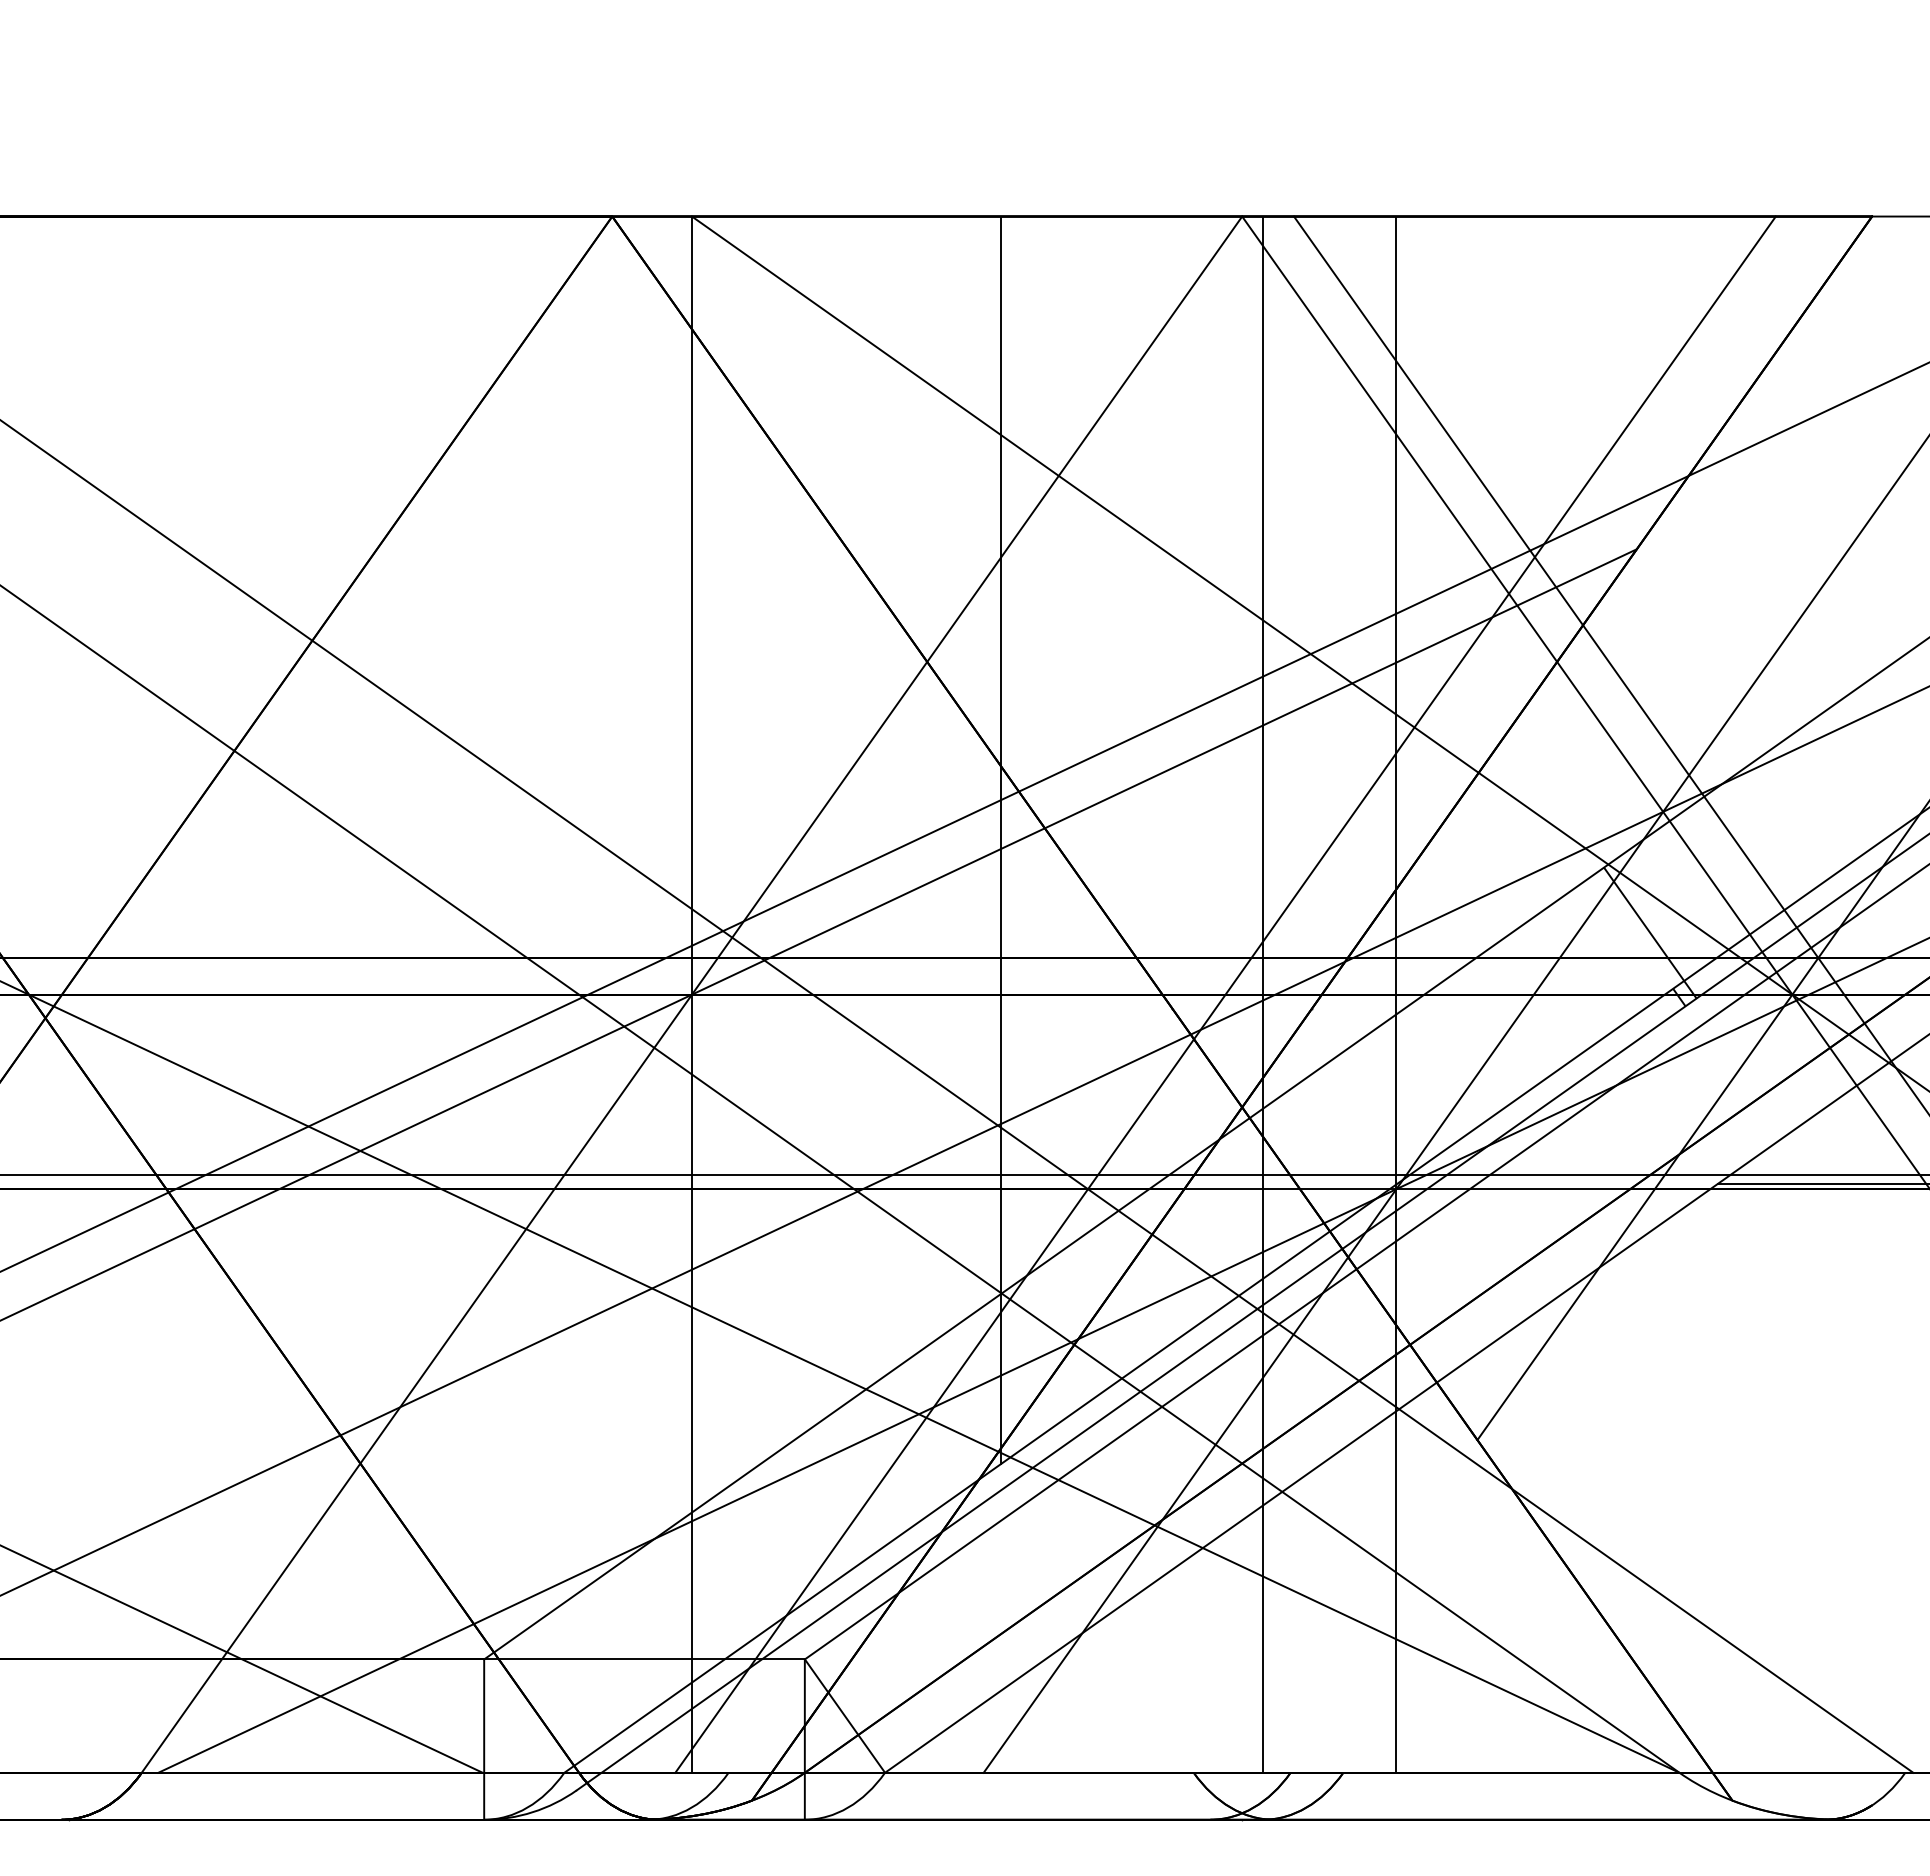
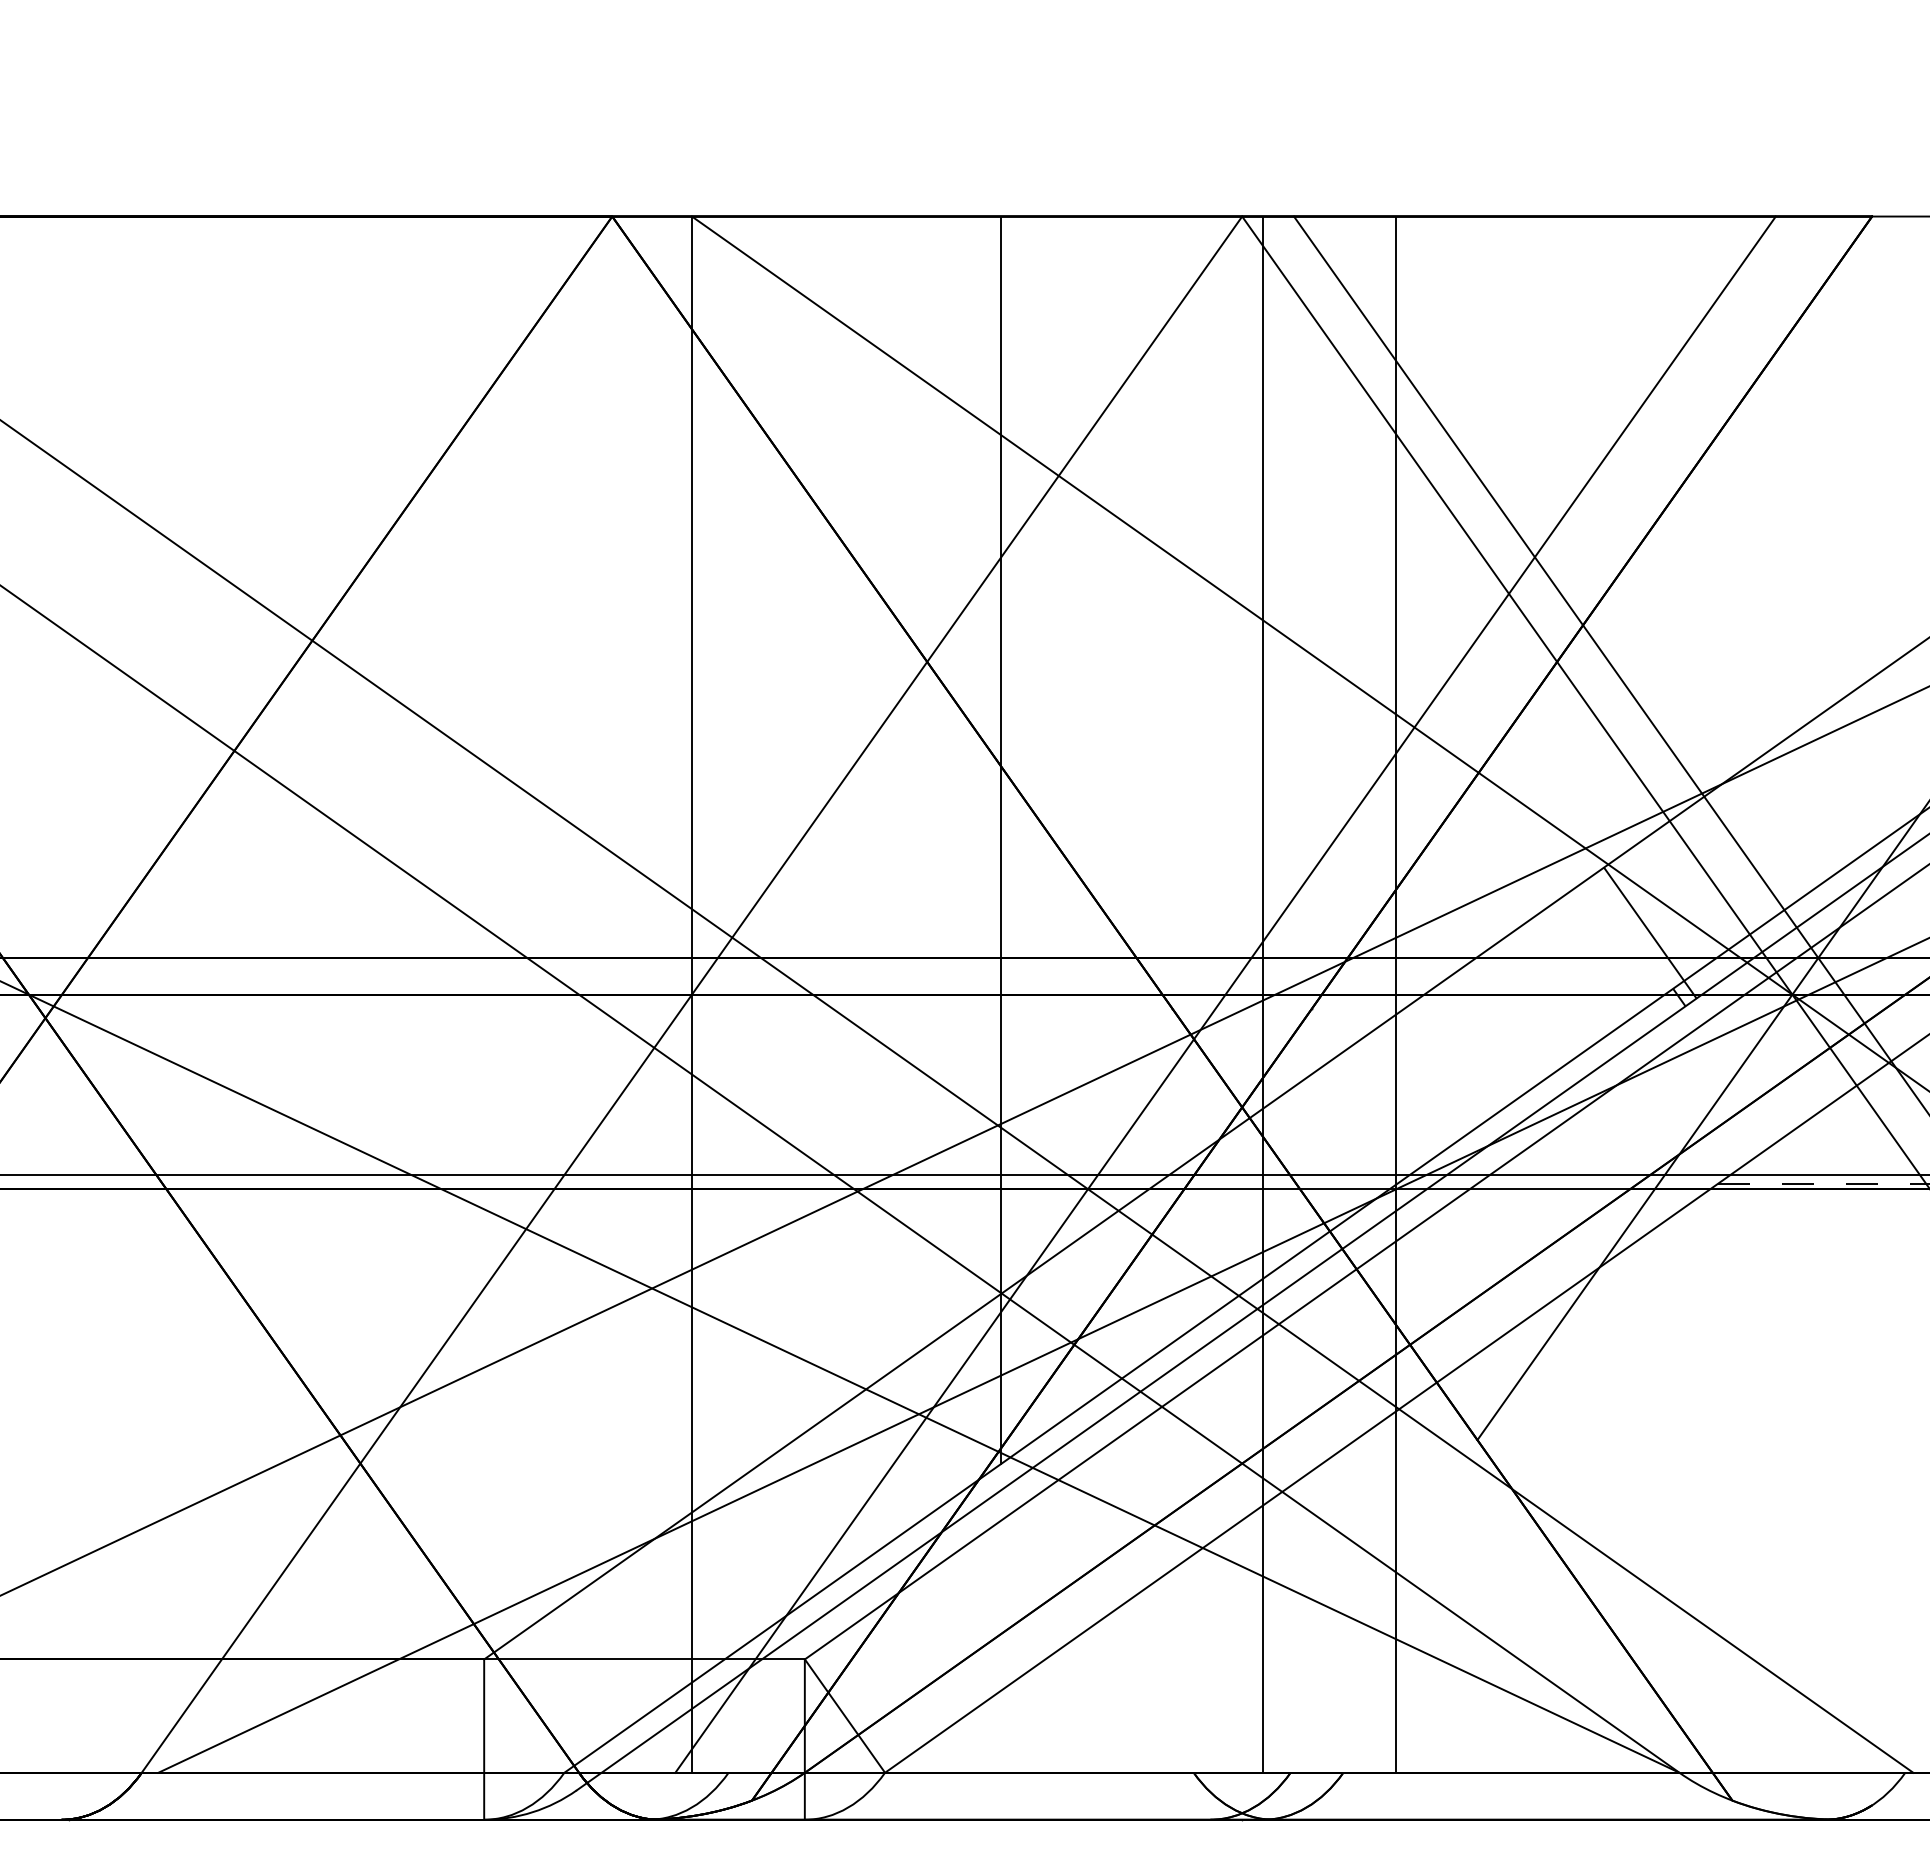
line at (964, 816): present -> none
line at (819, 934): present -> none
line at (1454, 1105): present -> none
line at (1823, 1183): solid -> dashed
line at (242, 1659): present -> none
